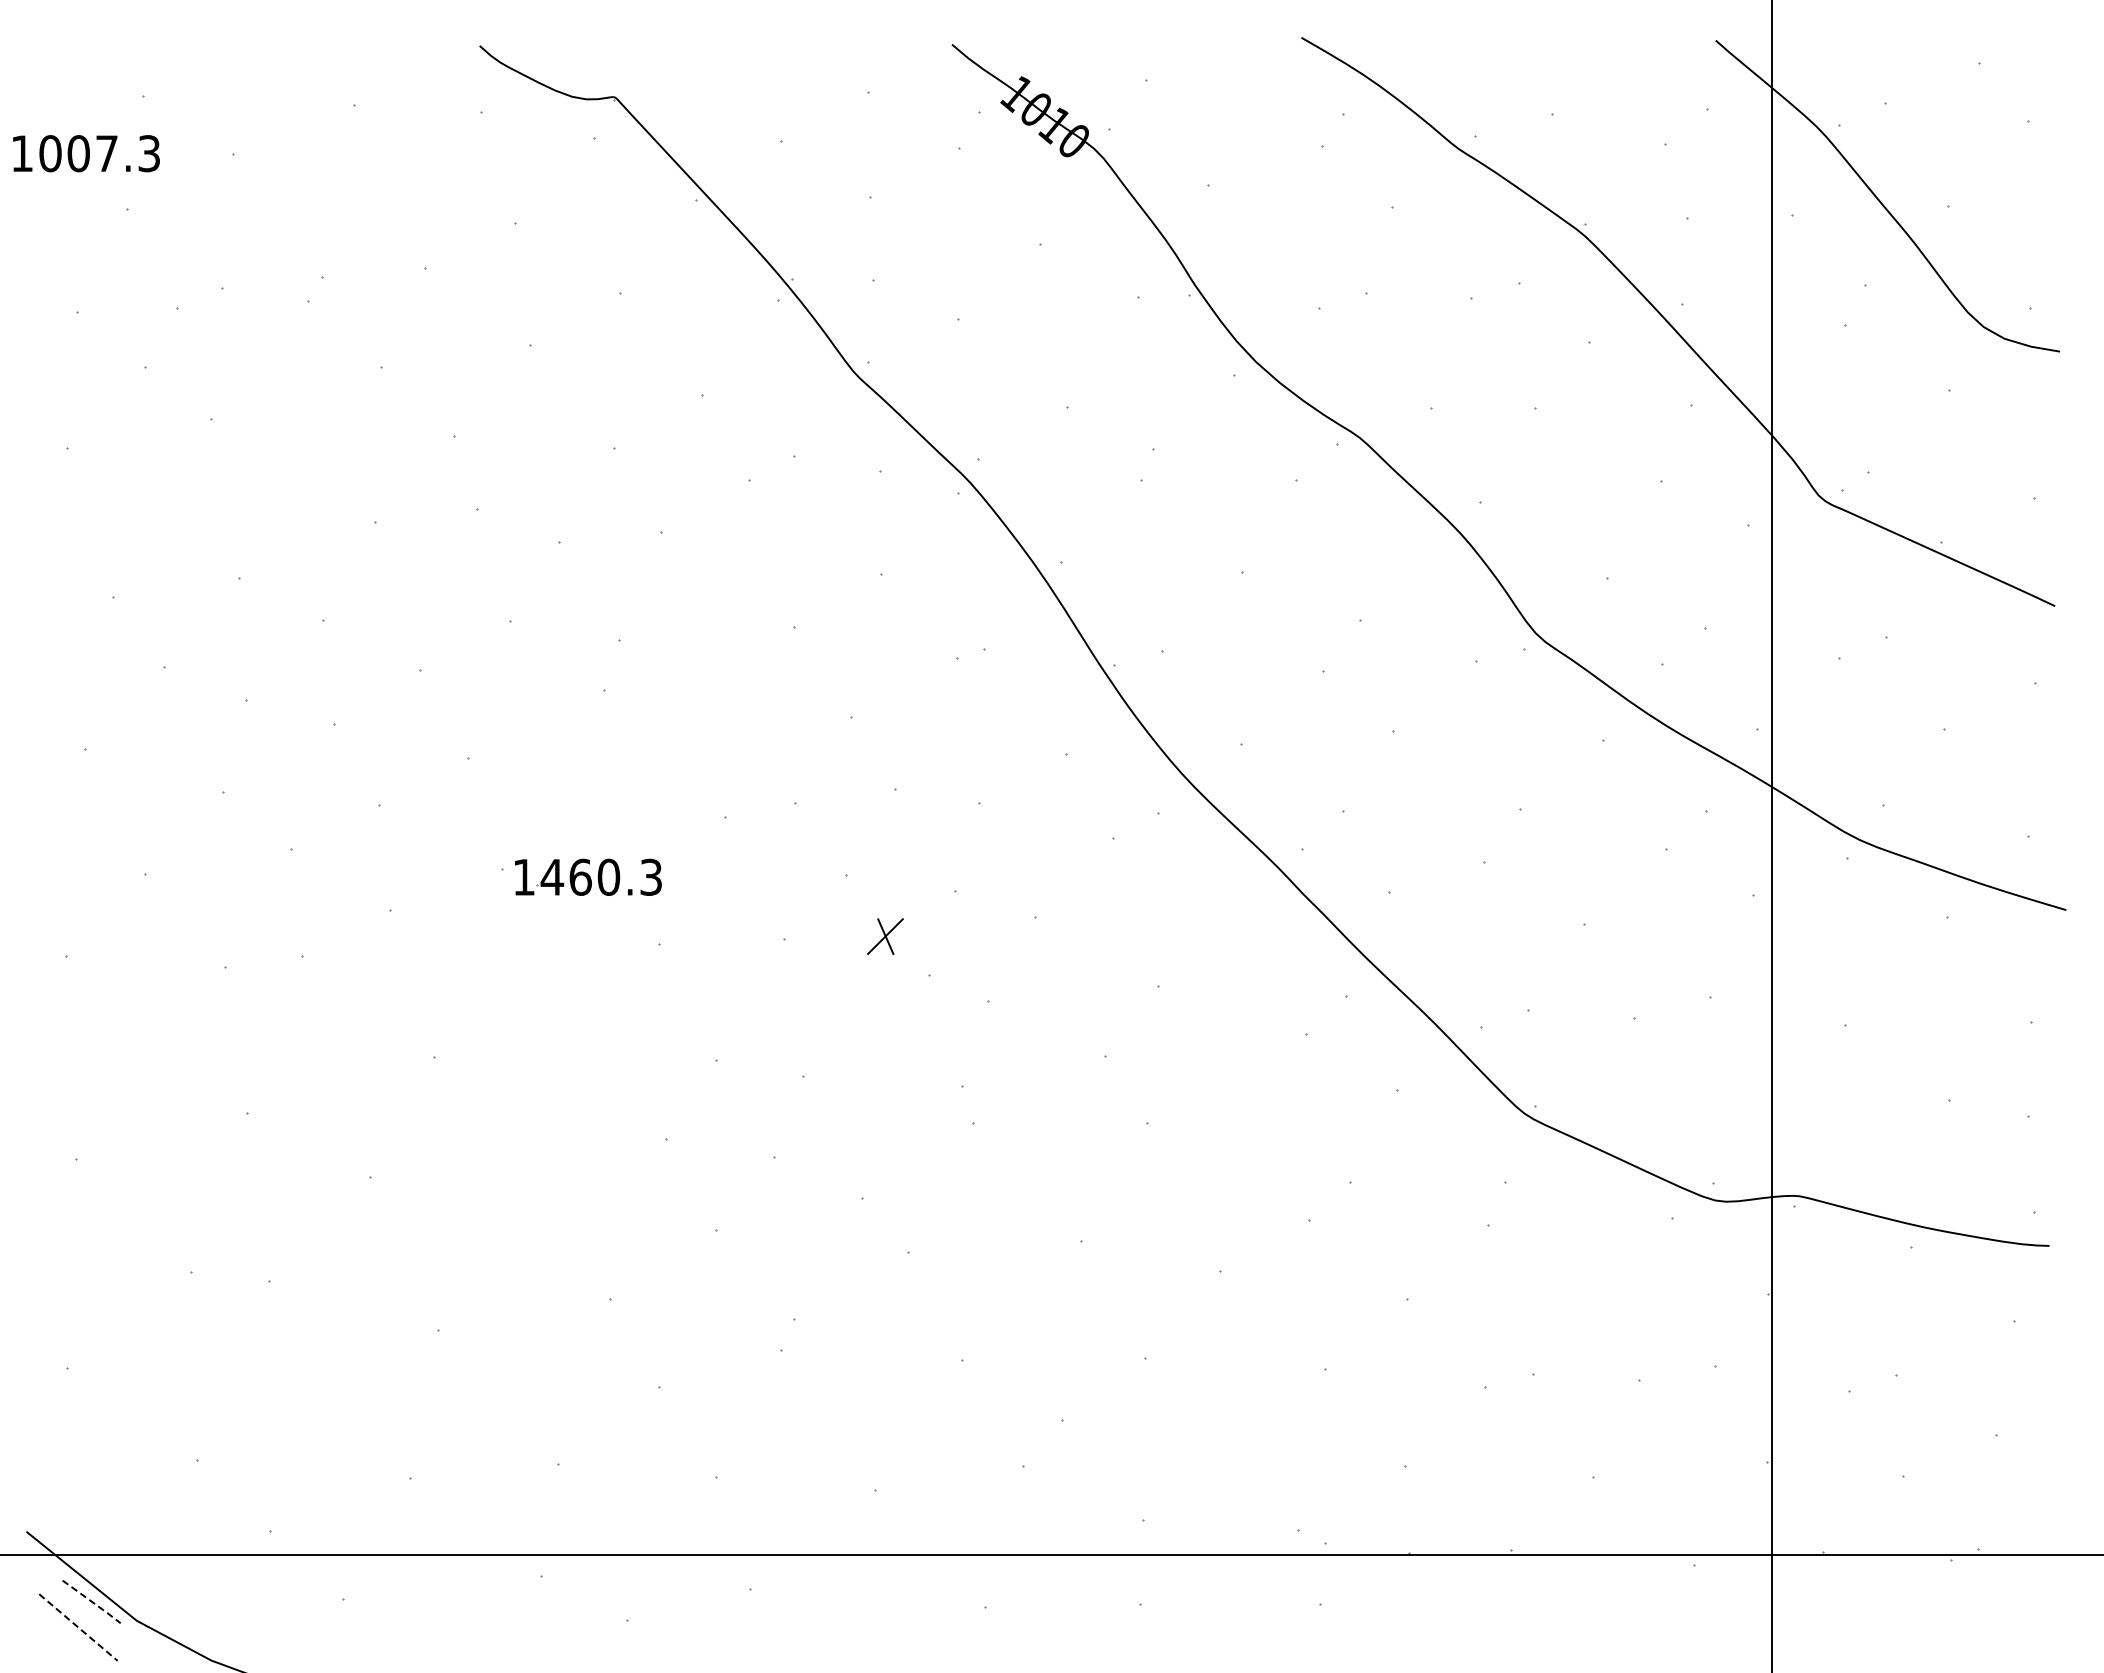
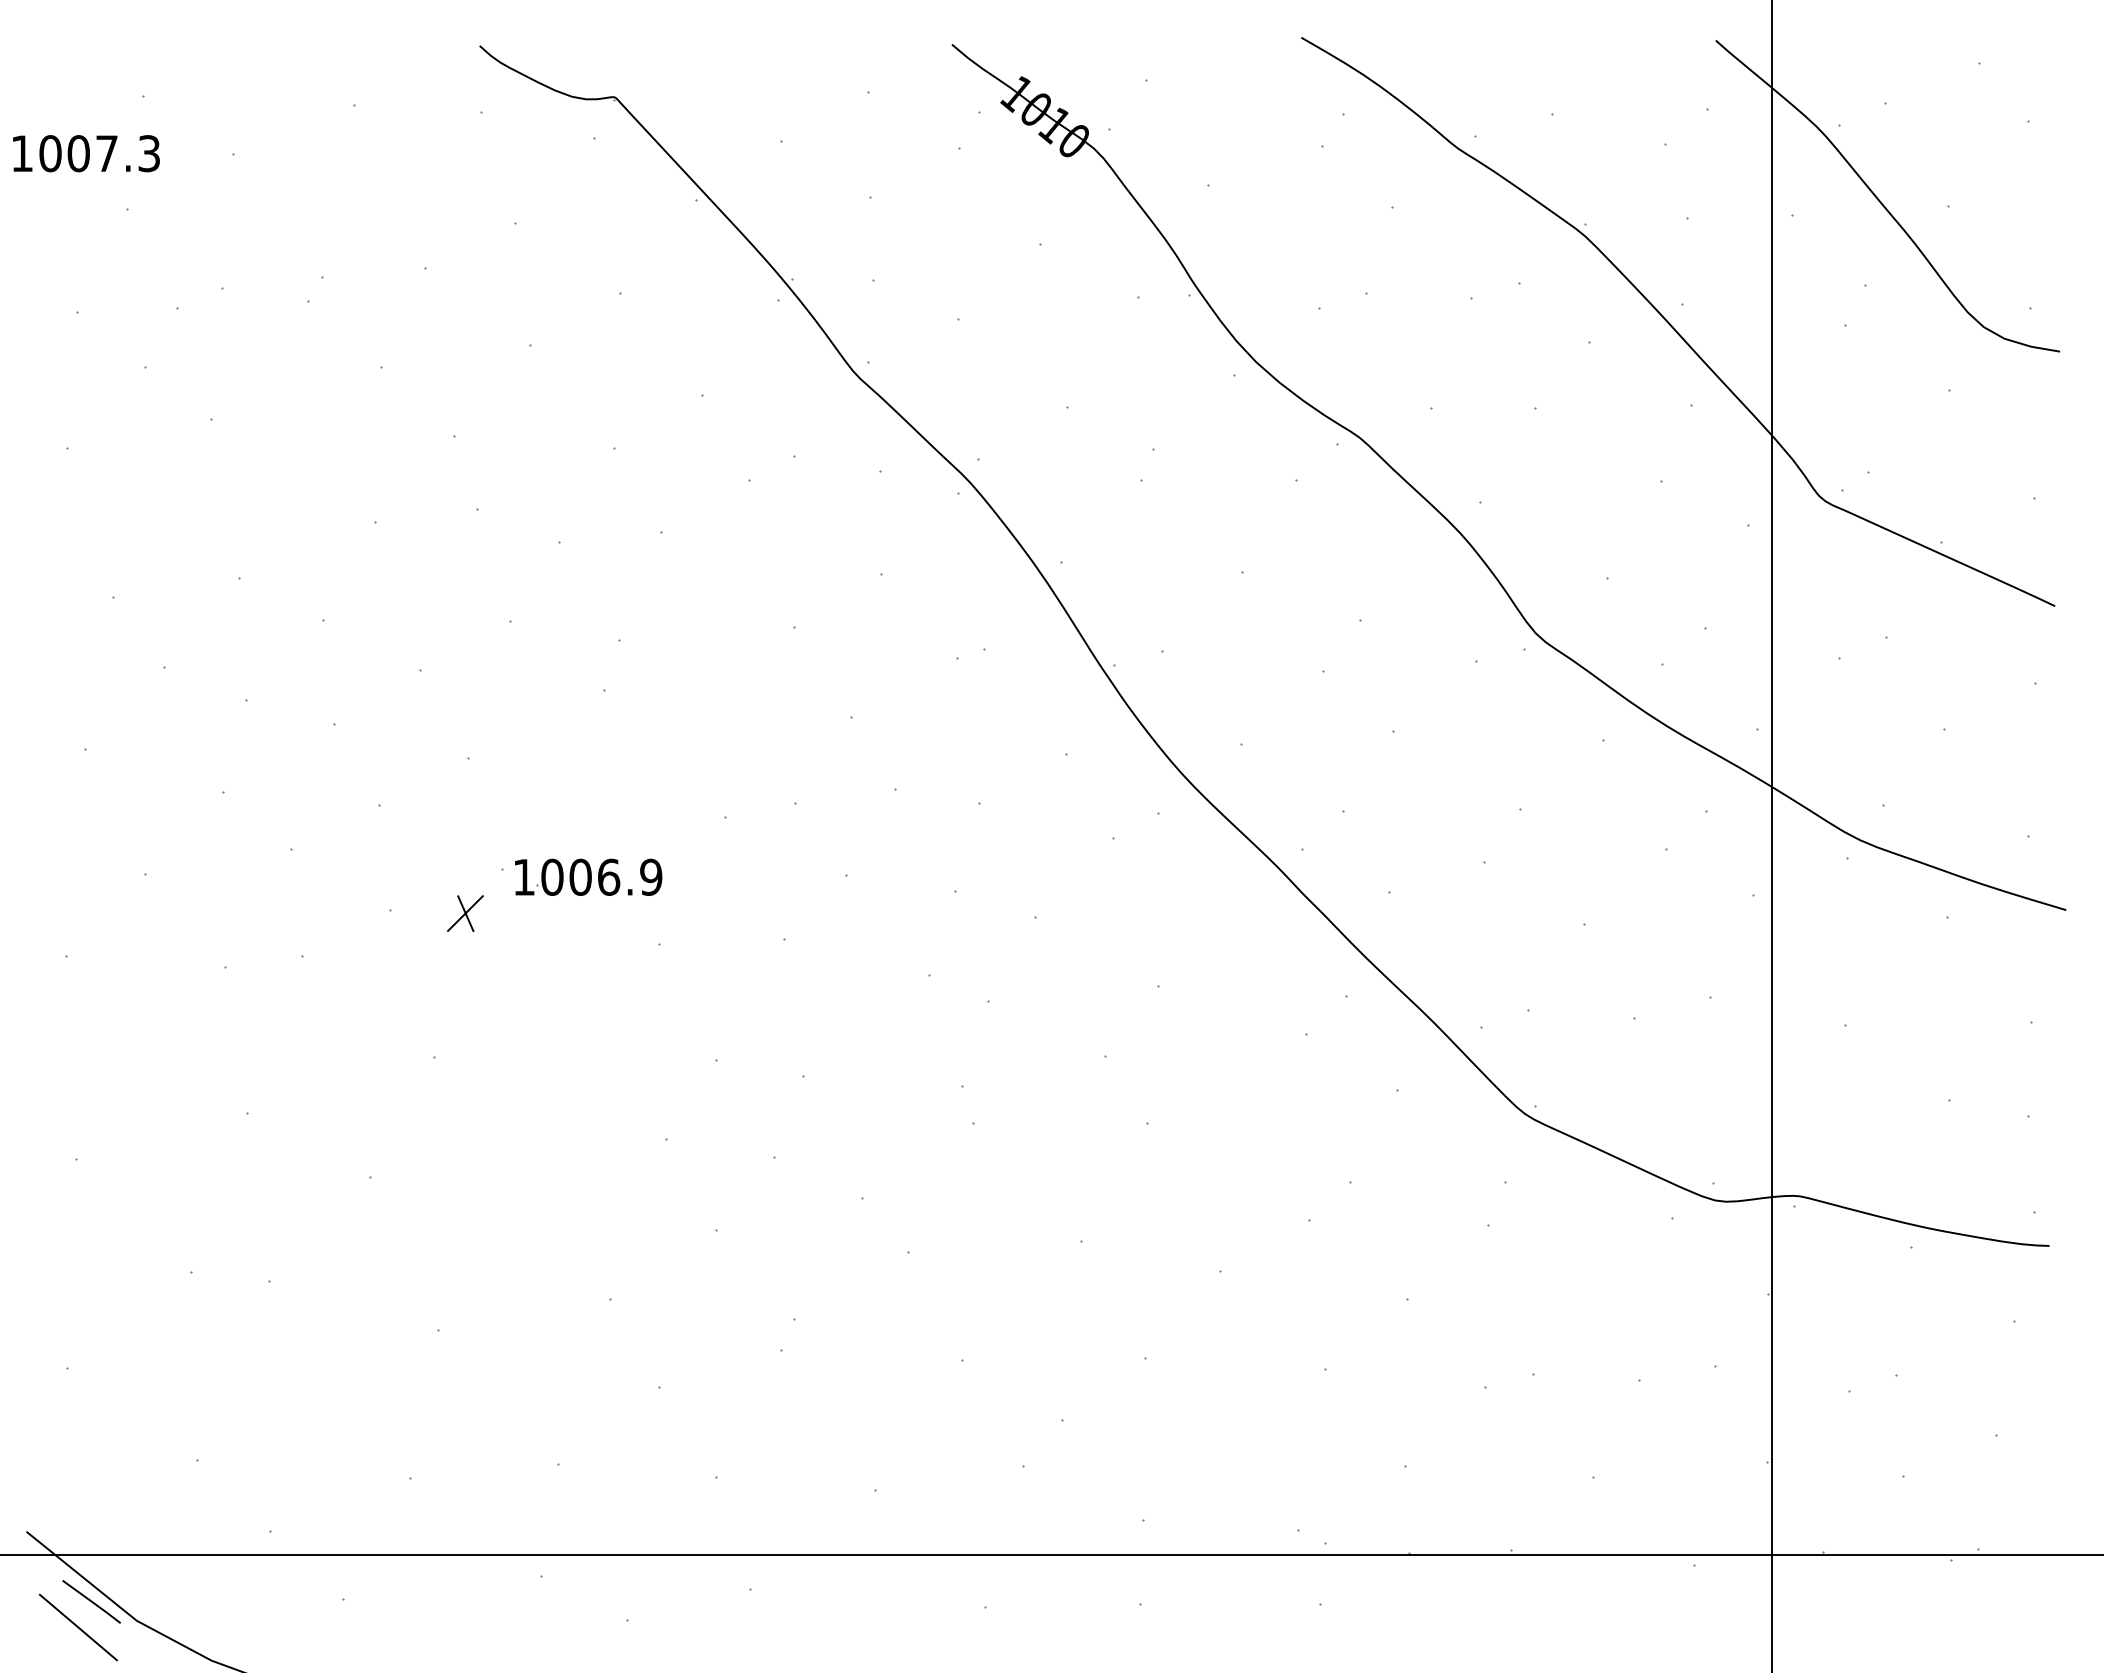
text at (601, 876): 1460.3 -> 1006.9
part at (885, 936) position: (885, 936) -> (465, 913)
line at (92, 1601): dashed -> solid
line at (78, 1627): dashed -> solid
